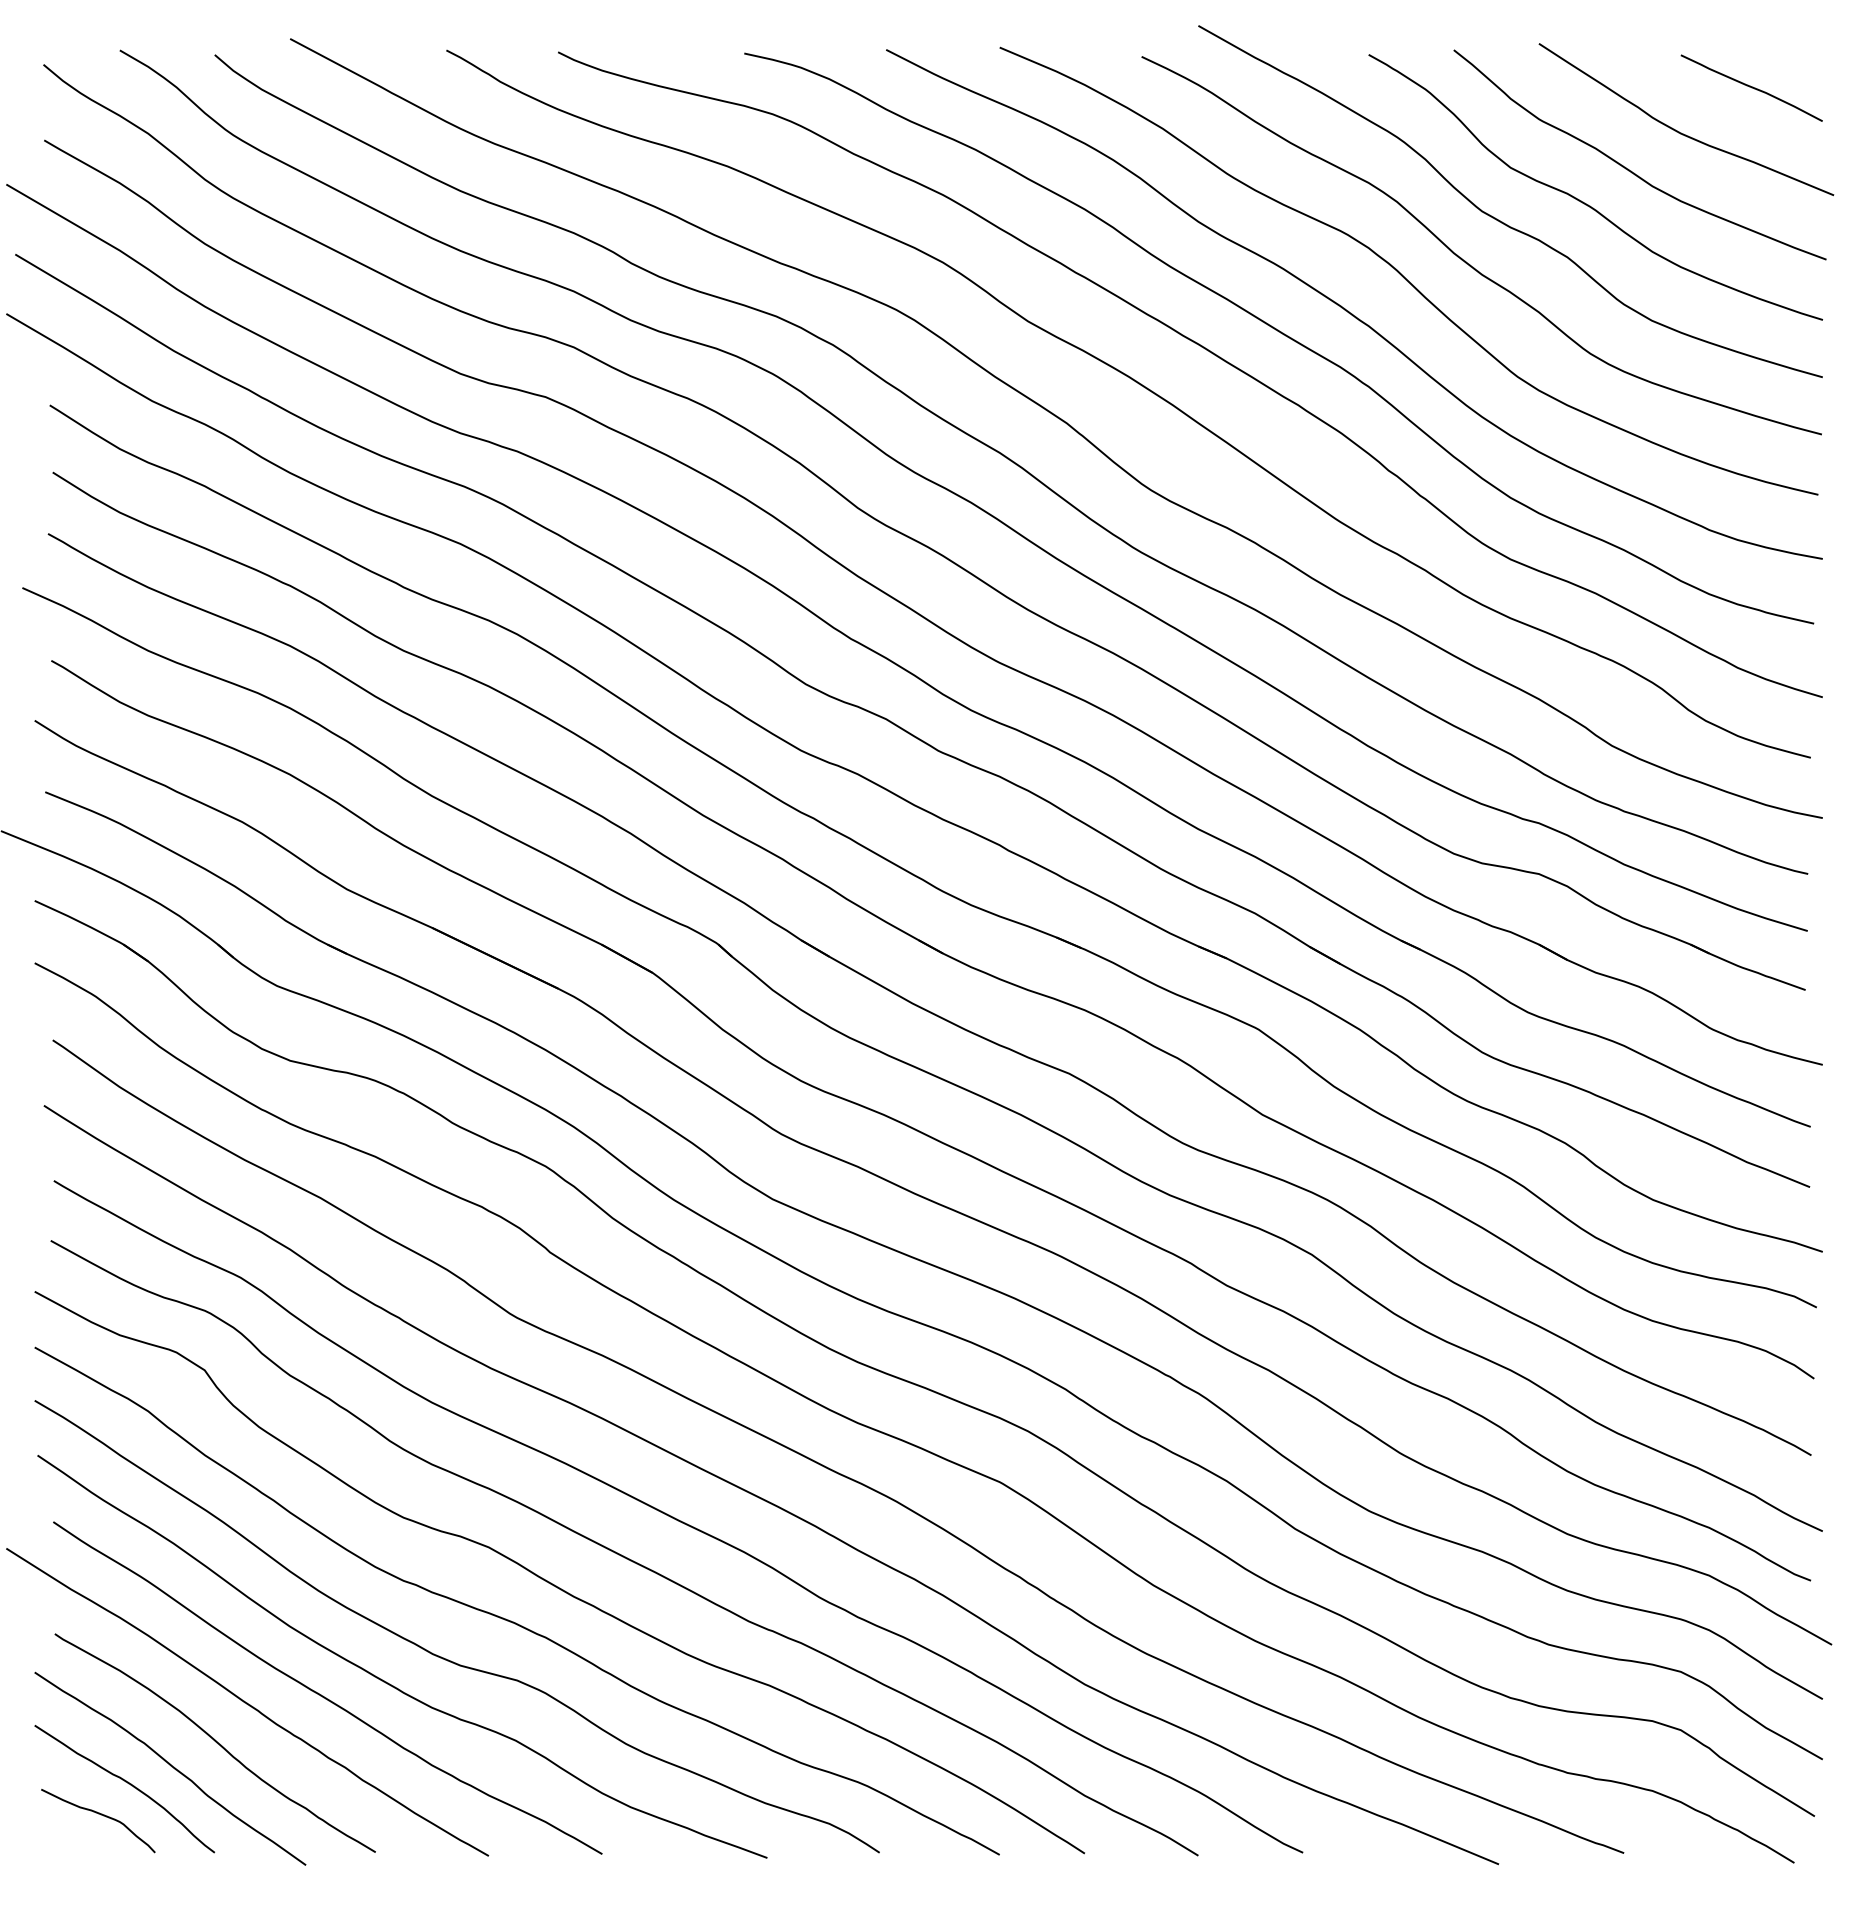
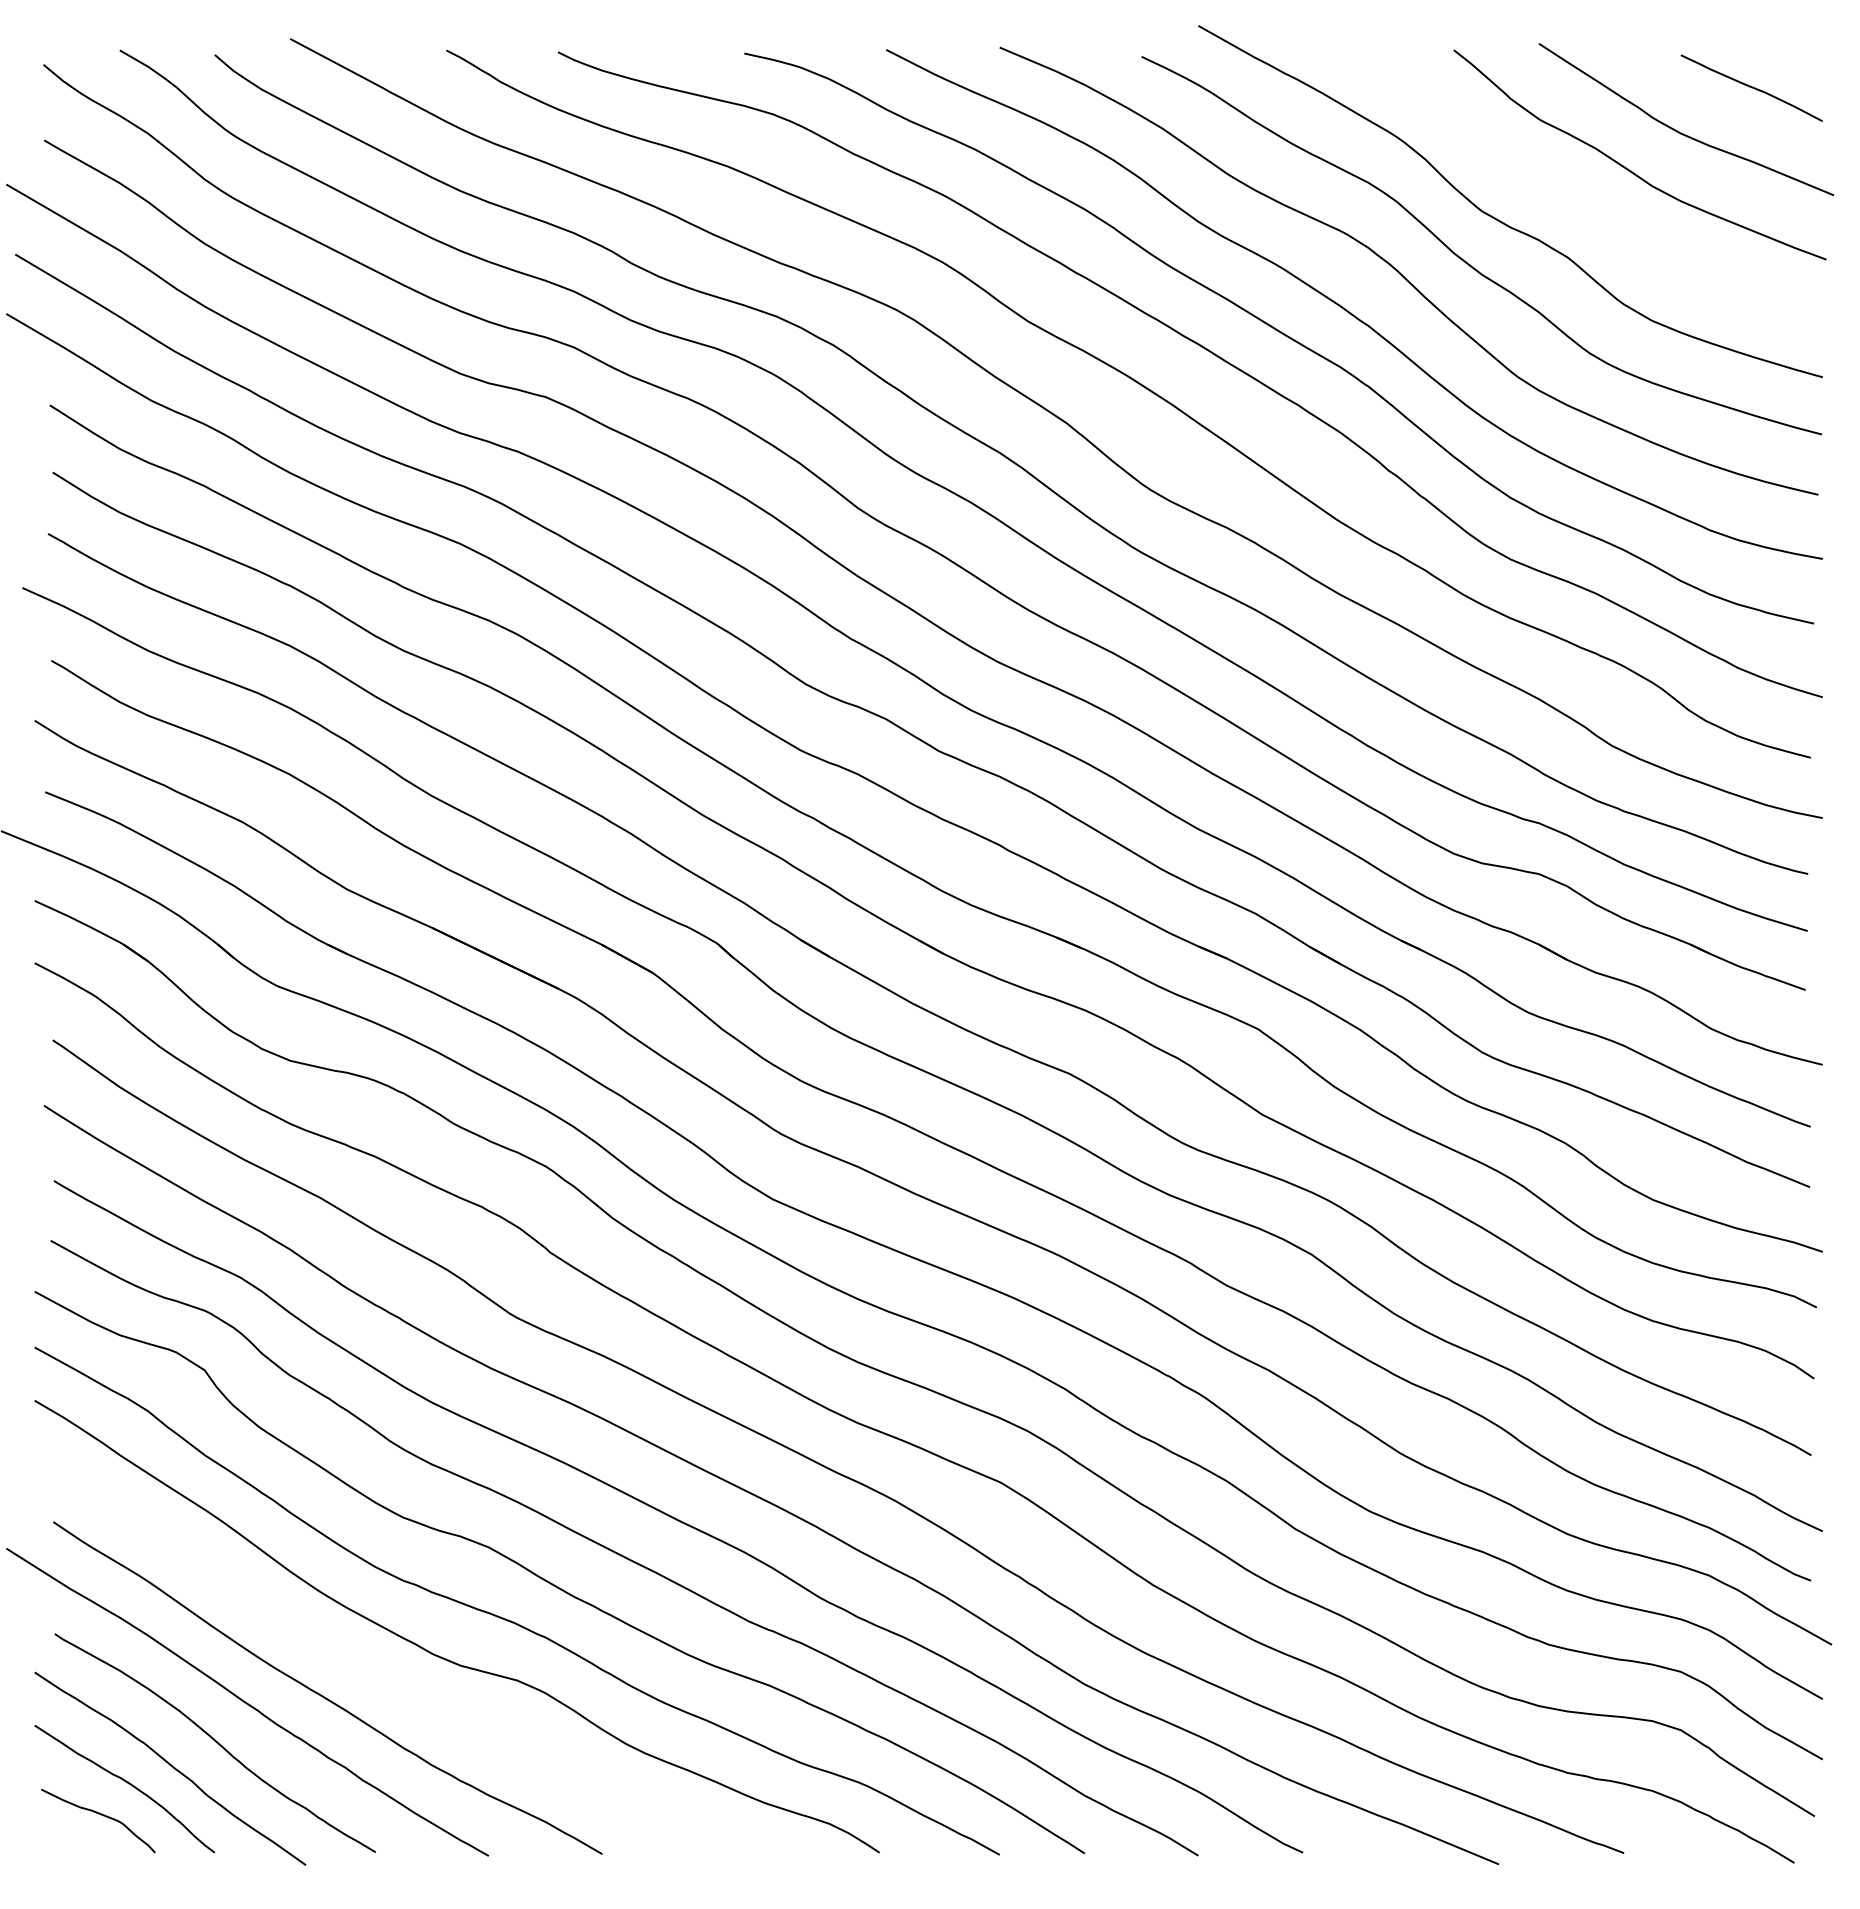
curve at (1586, 203): present -> none
curve at (388, 1682): present -> none
